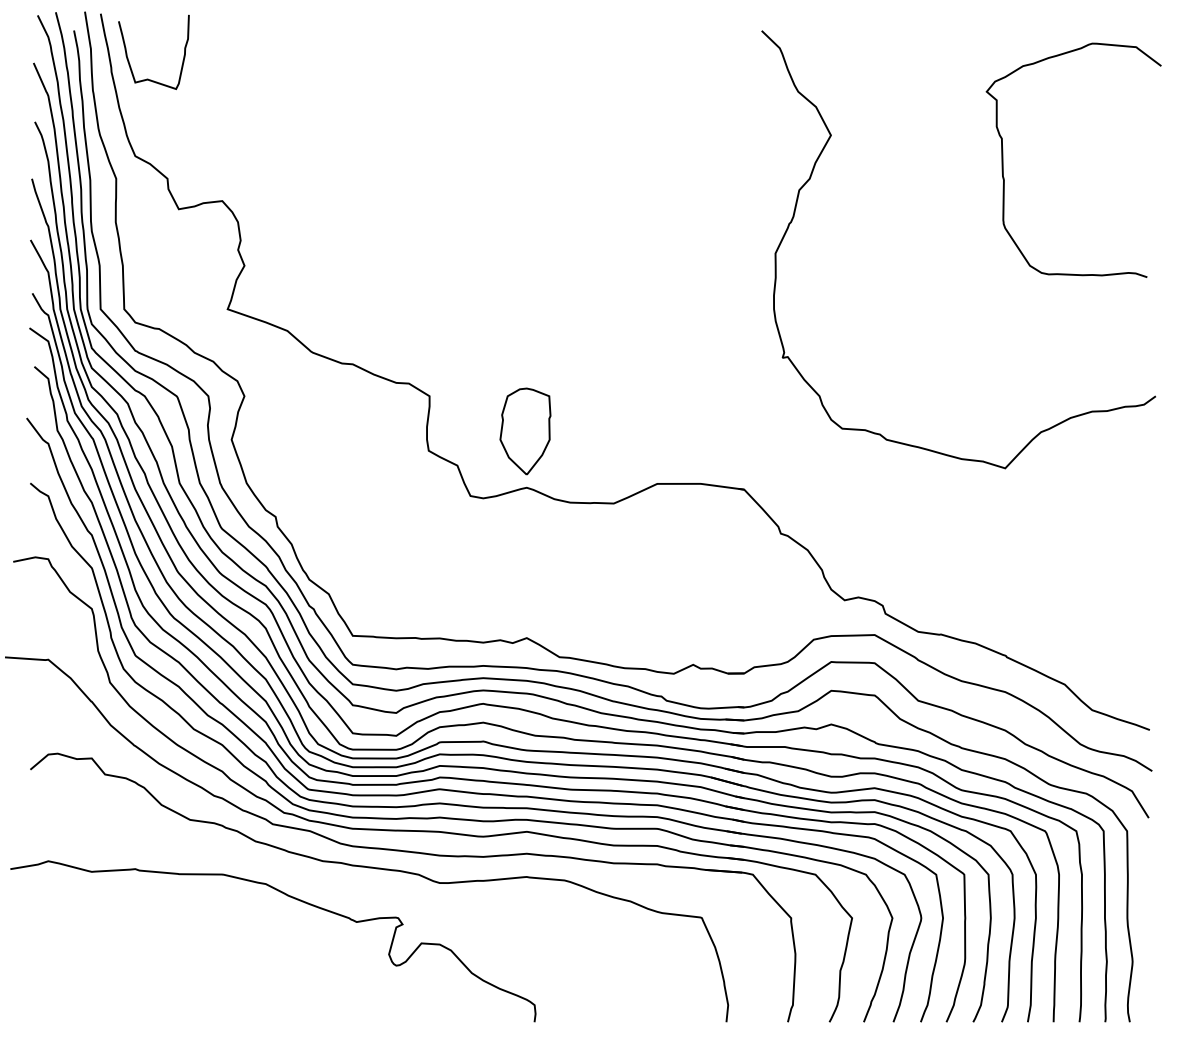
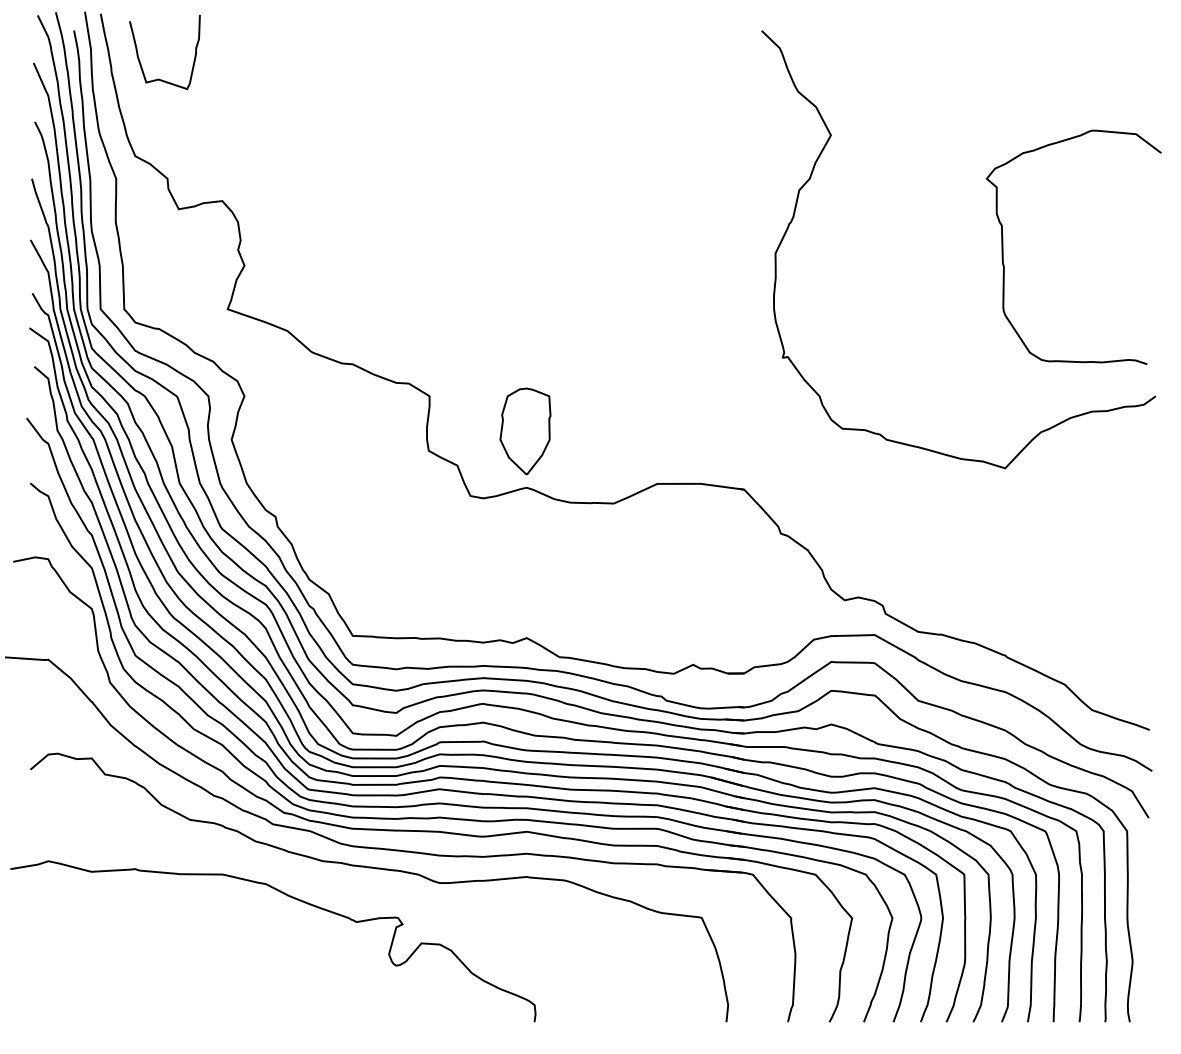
curve at (128, 57) position: (128, 57) -> (139, 57)
curve at (1003, 159) position: (1003, 159) -> (1003, 246)
